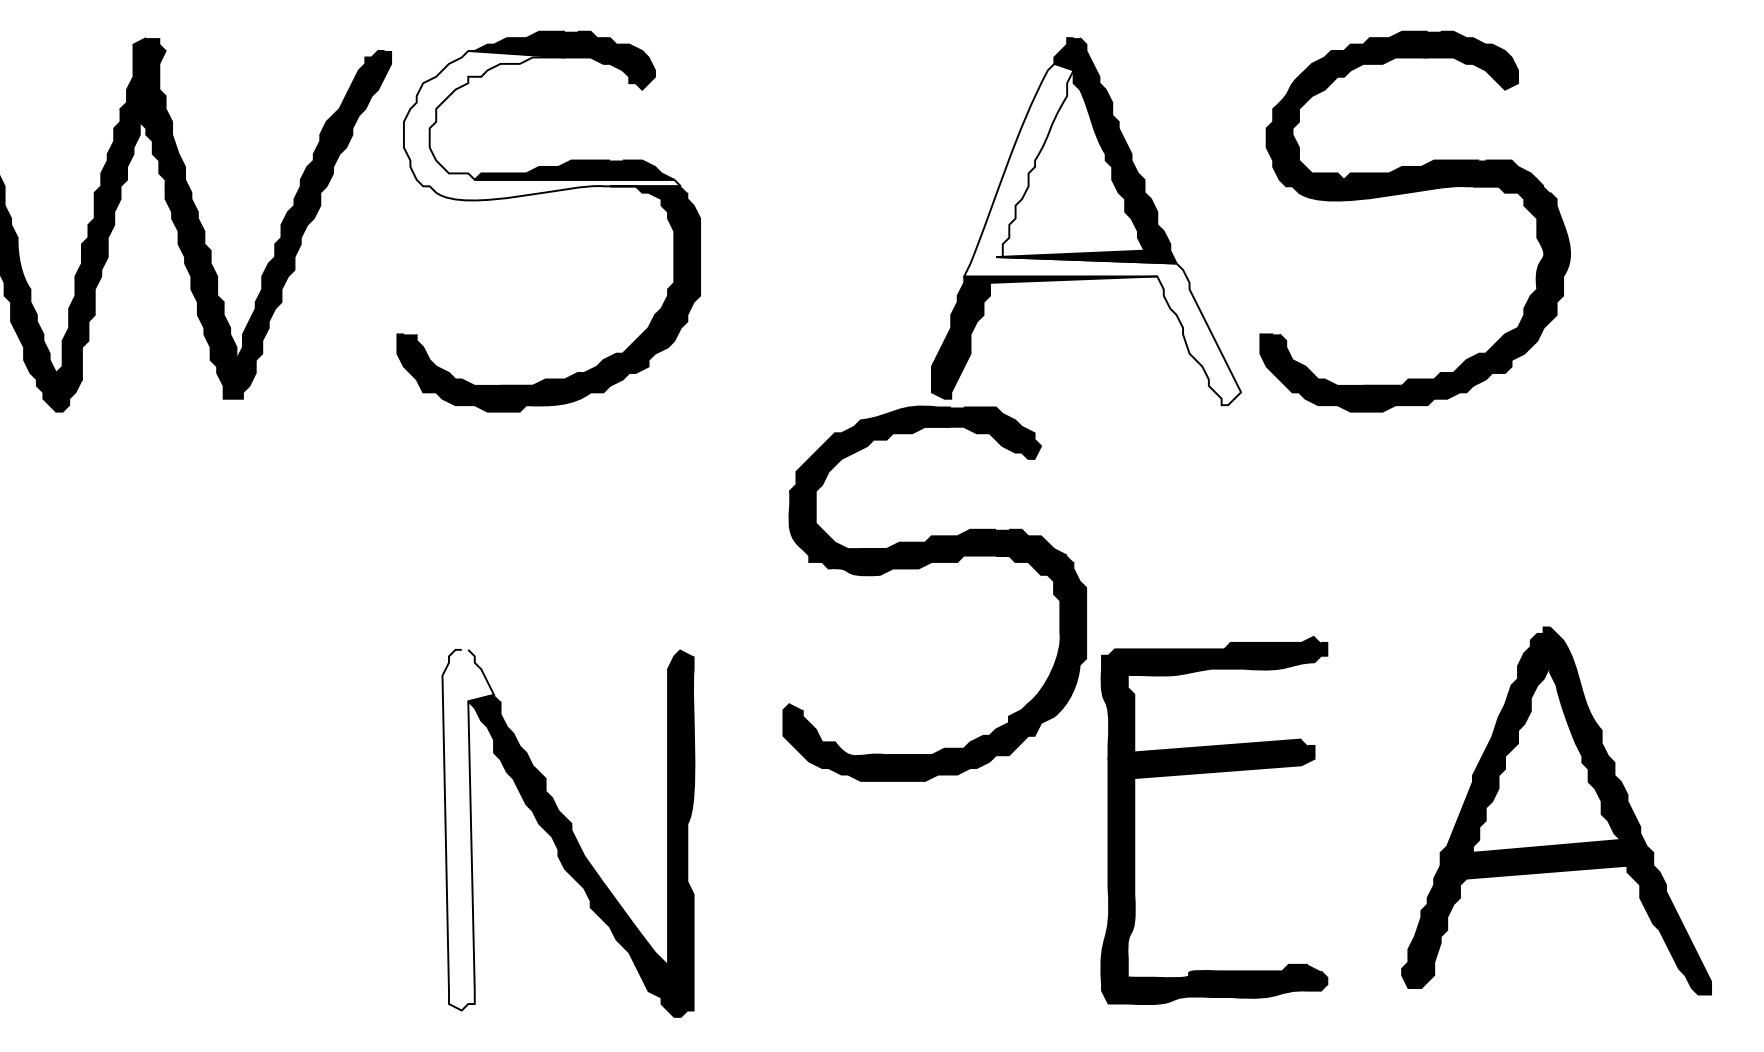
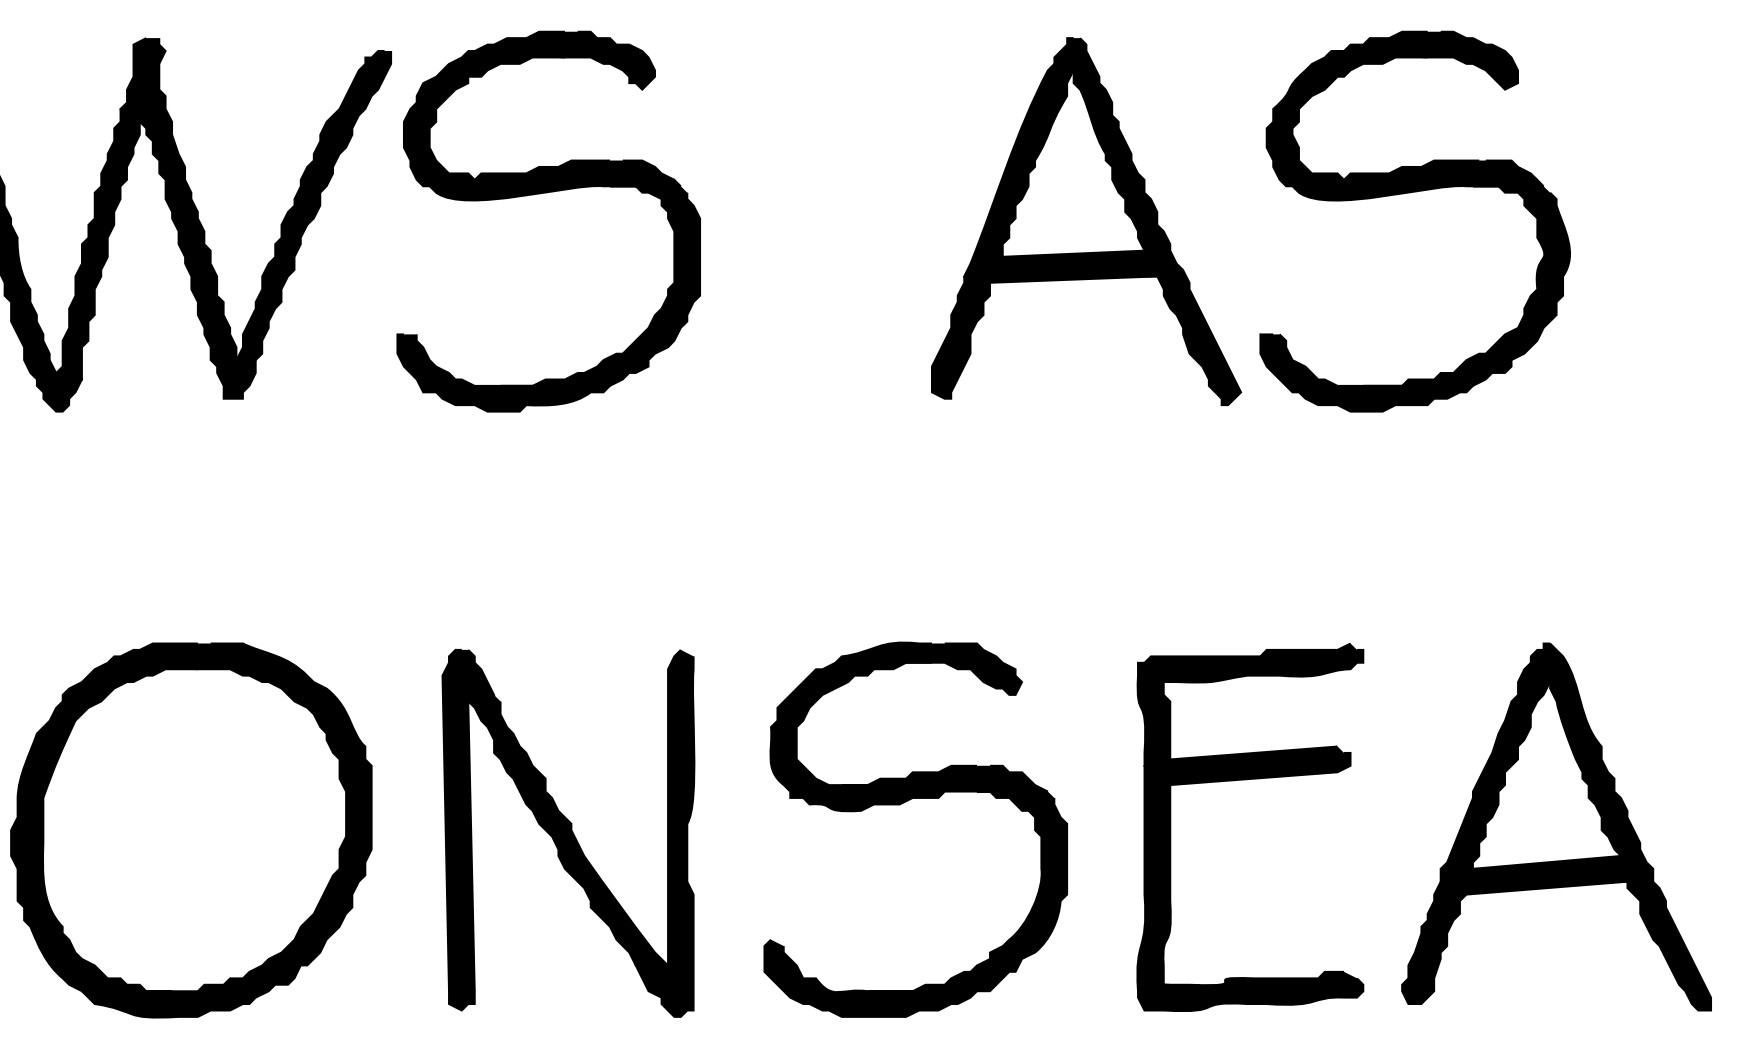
fill at (541, 125): none -> present
fill at (1102, 234): none -> present
part at (921, 568) position: (921, 568) -> (902, 804)
part at (1211, 773) position: (1211, 773) -> (1247, 780)
part at (1556, 810) position: (1556, 810) -> (1556, 826)
fill at (468, 829): none -> present
part at (191, 830): none -> present
